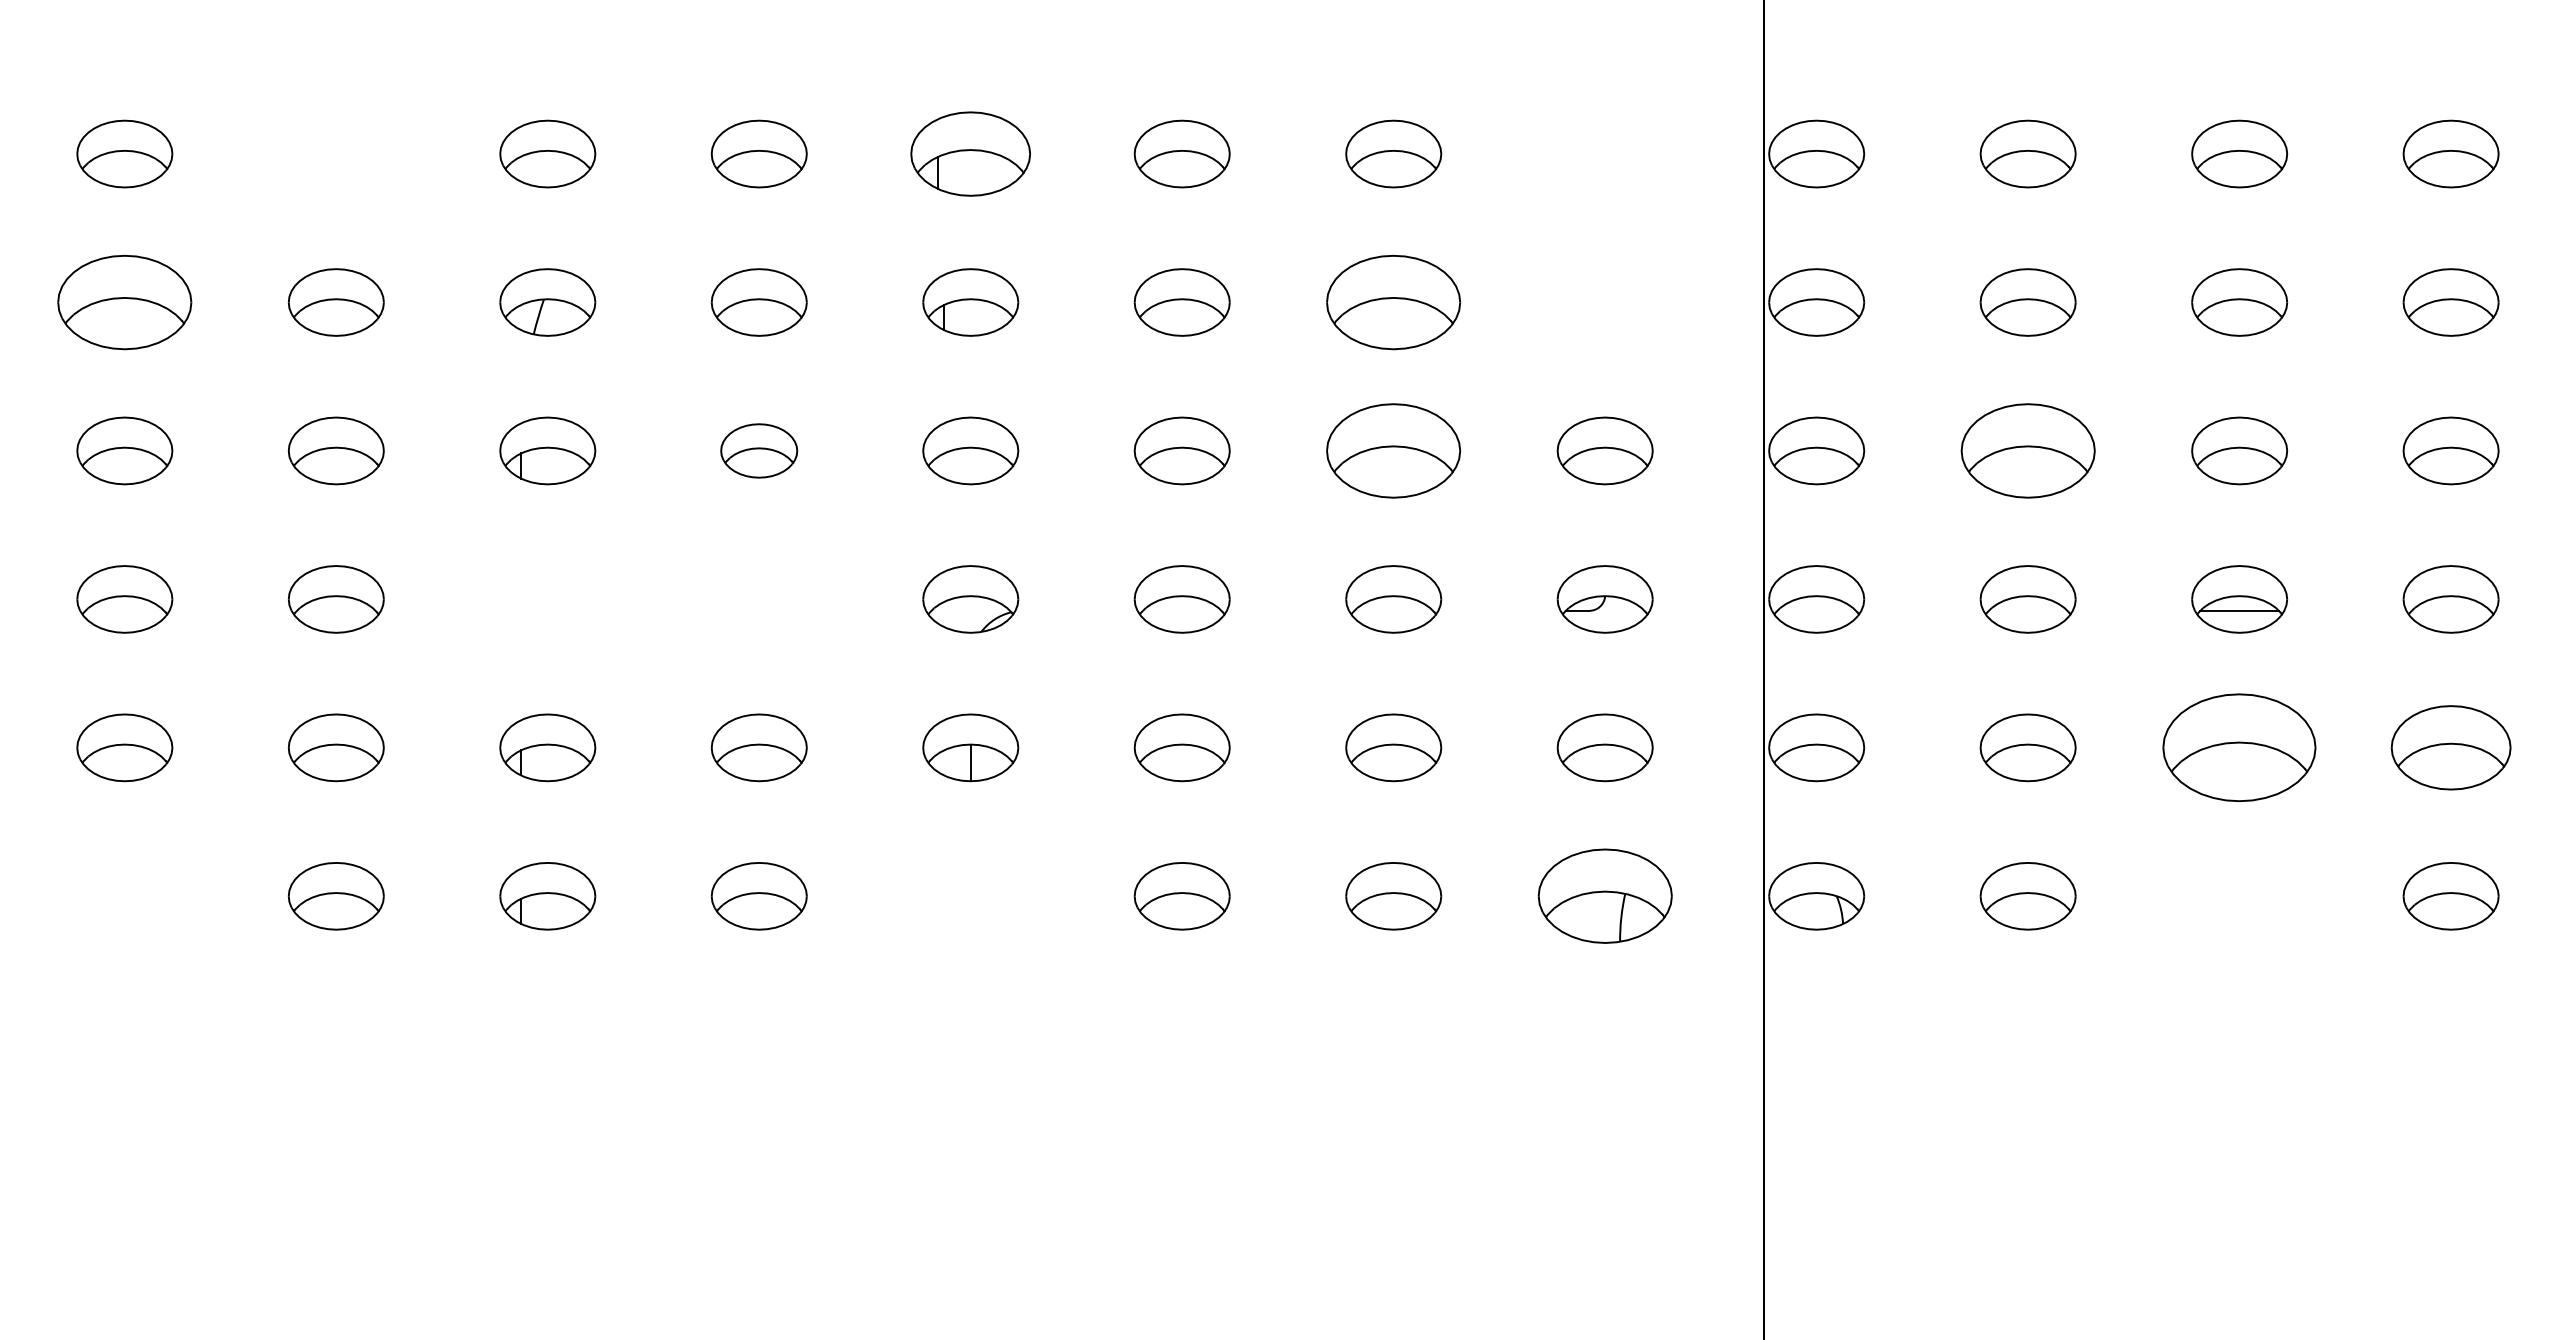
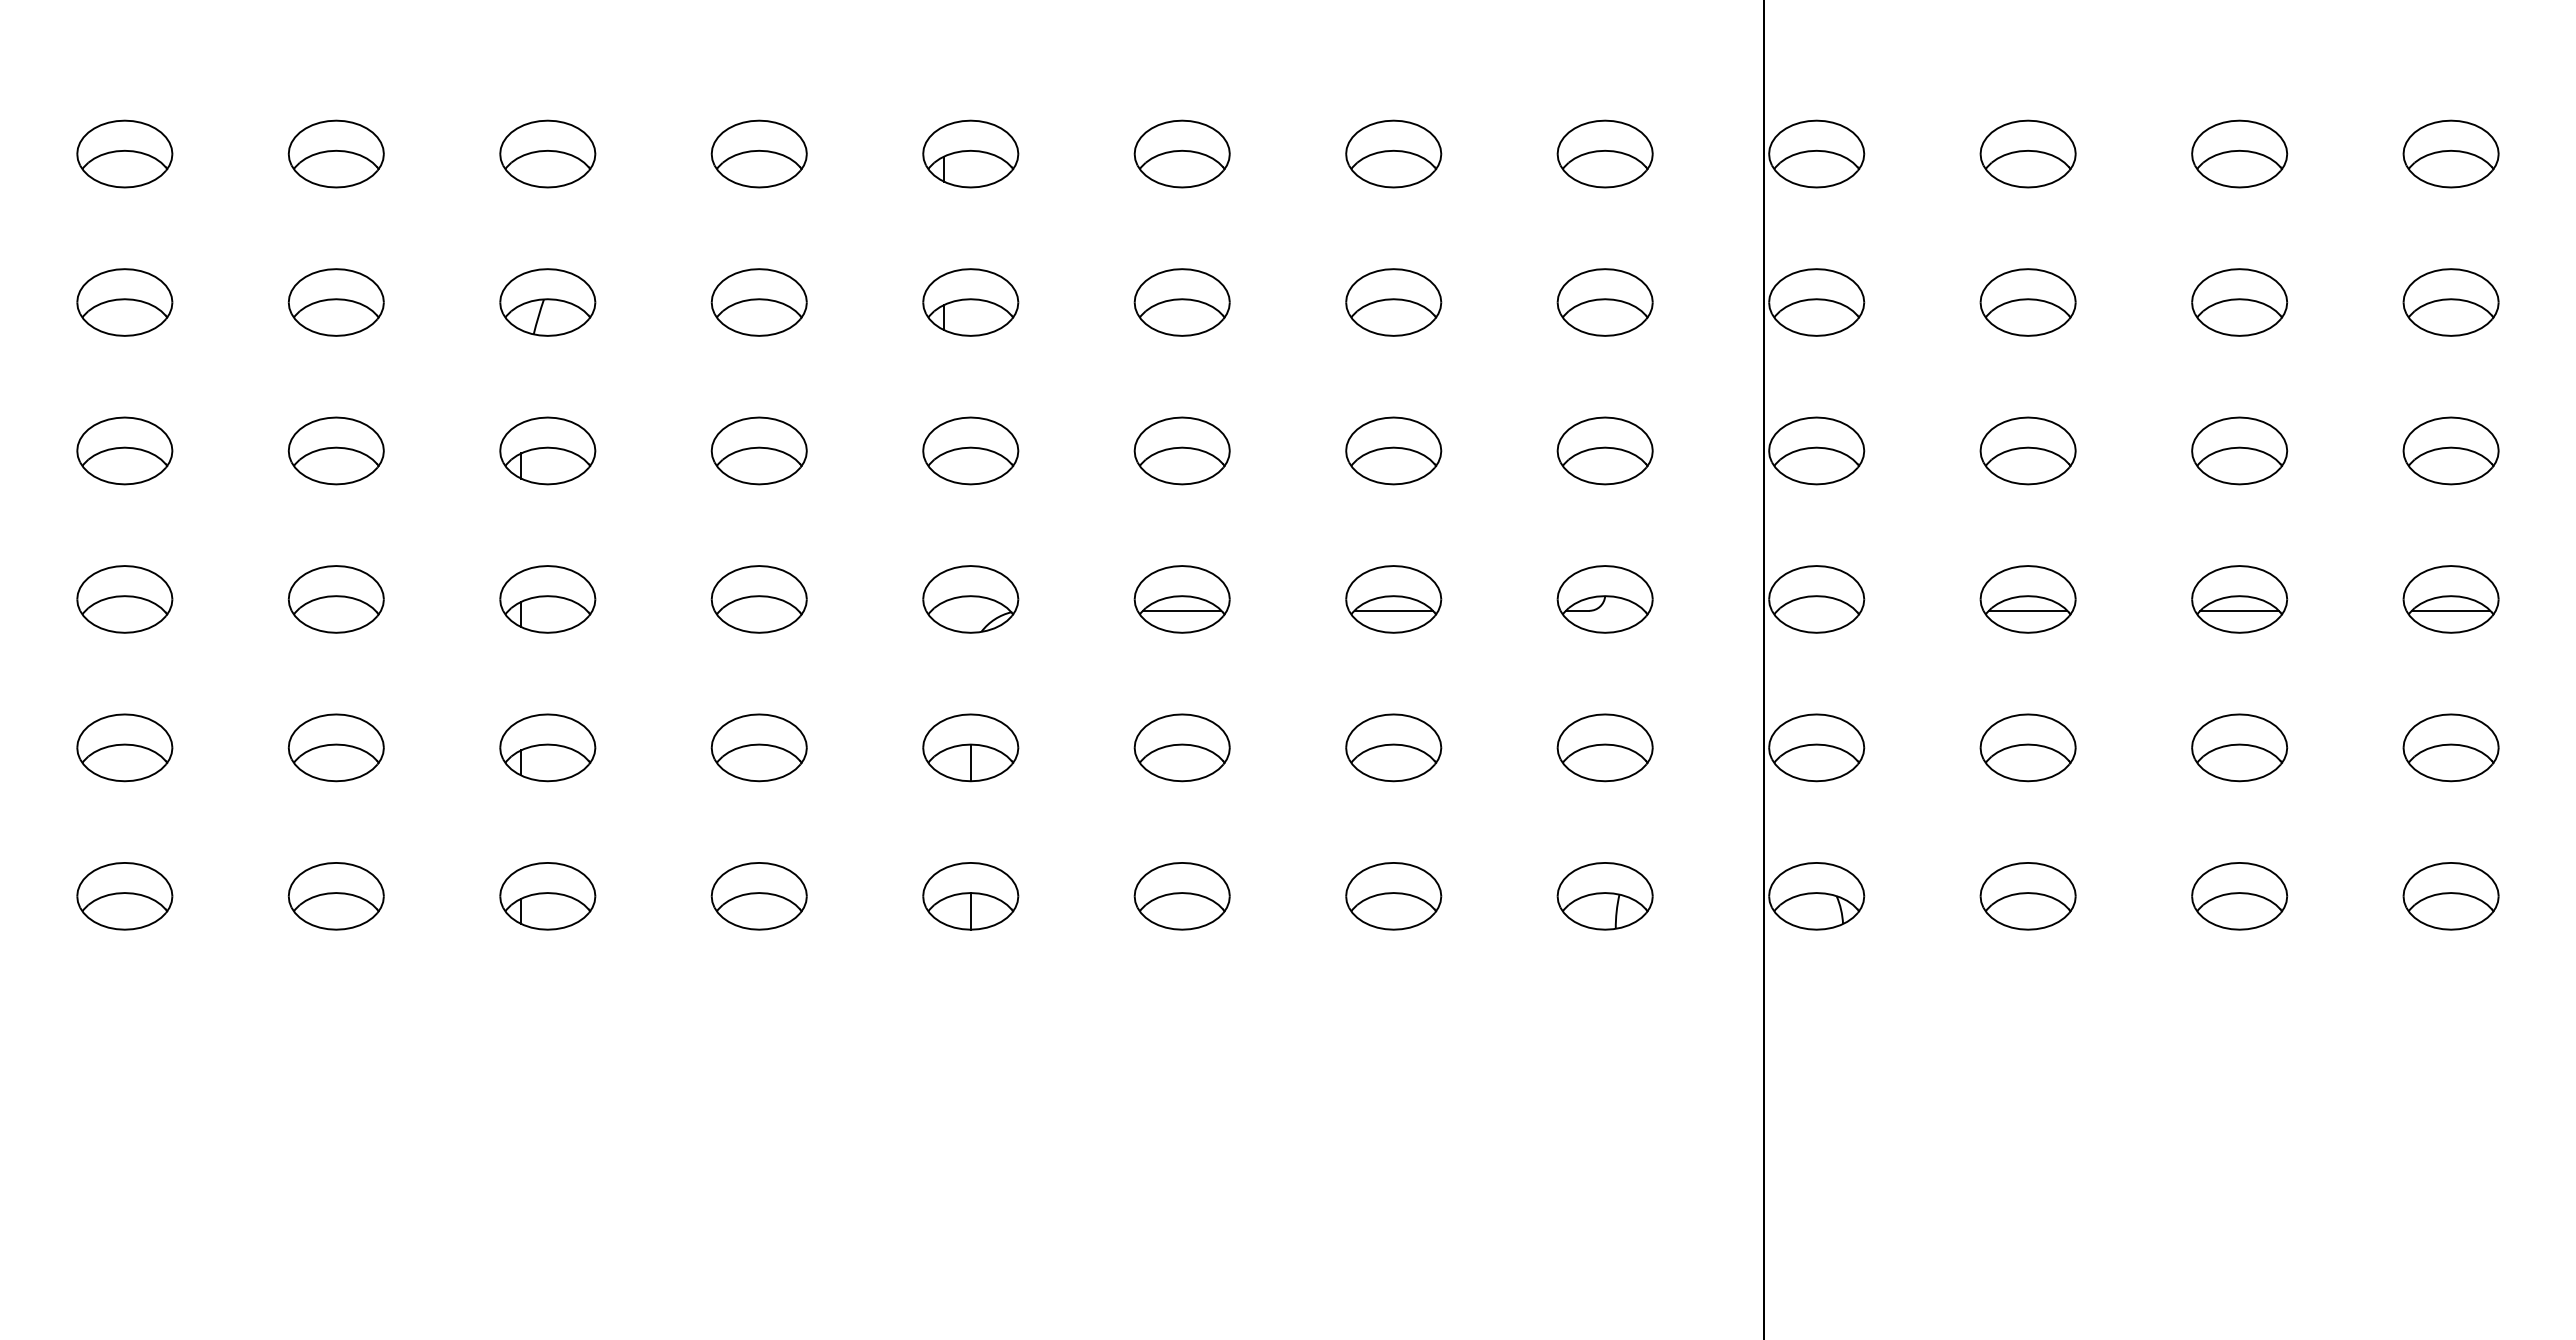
part at (335, 153): none -> present
part at (970, 153) size: 121x86 px -> 98x70 px
part at (1604, 153): none -> present
part at (124, 302) size: 136x97 px -> 98x69 px
part at (1393, 302) size: 136x97 px -> 98x69 px
part at (1604, 302): none -> present
part at (759, 450) size: 79x56 px -> 98x70 px
part at (1393, 450) size: 136x96 px -> 98x70 px
part at (2027, 450) size: 136x96 px -> 98x70 px
part at (547, 599): none -> present
part at (758, 599): none -> present
line at (1182, 610): none -> present
line at (1393, 610): none -> present
line at (2027, 610): none -> present
line at (2450, 610): none -> present
part at (2239, 747) size: 155x110 px -> 98x70 px
part at (2450, 747) size: 122x86 px -> 98x70 px
part at (1604, 895) size: 136x96 px -> 98x69 px
part at (124, 896): none -> present
part at (970, 896): none -> present
part at (2239, 896): none -> present
